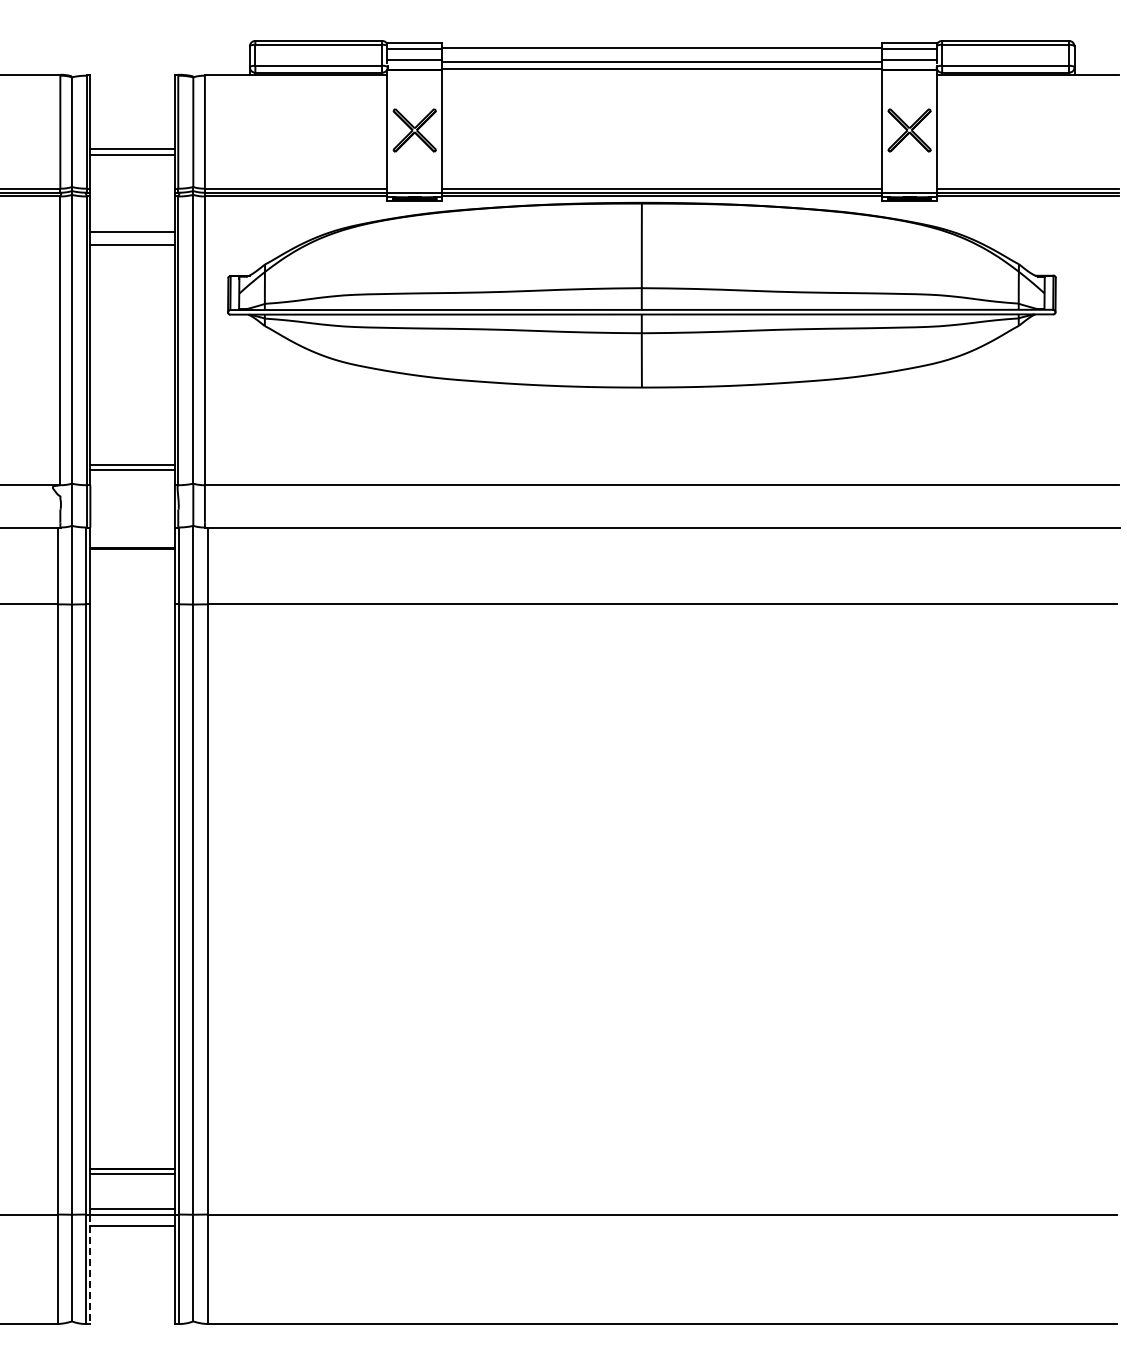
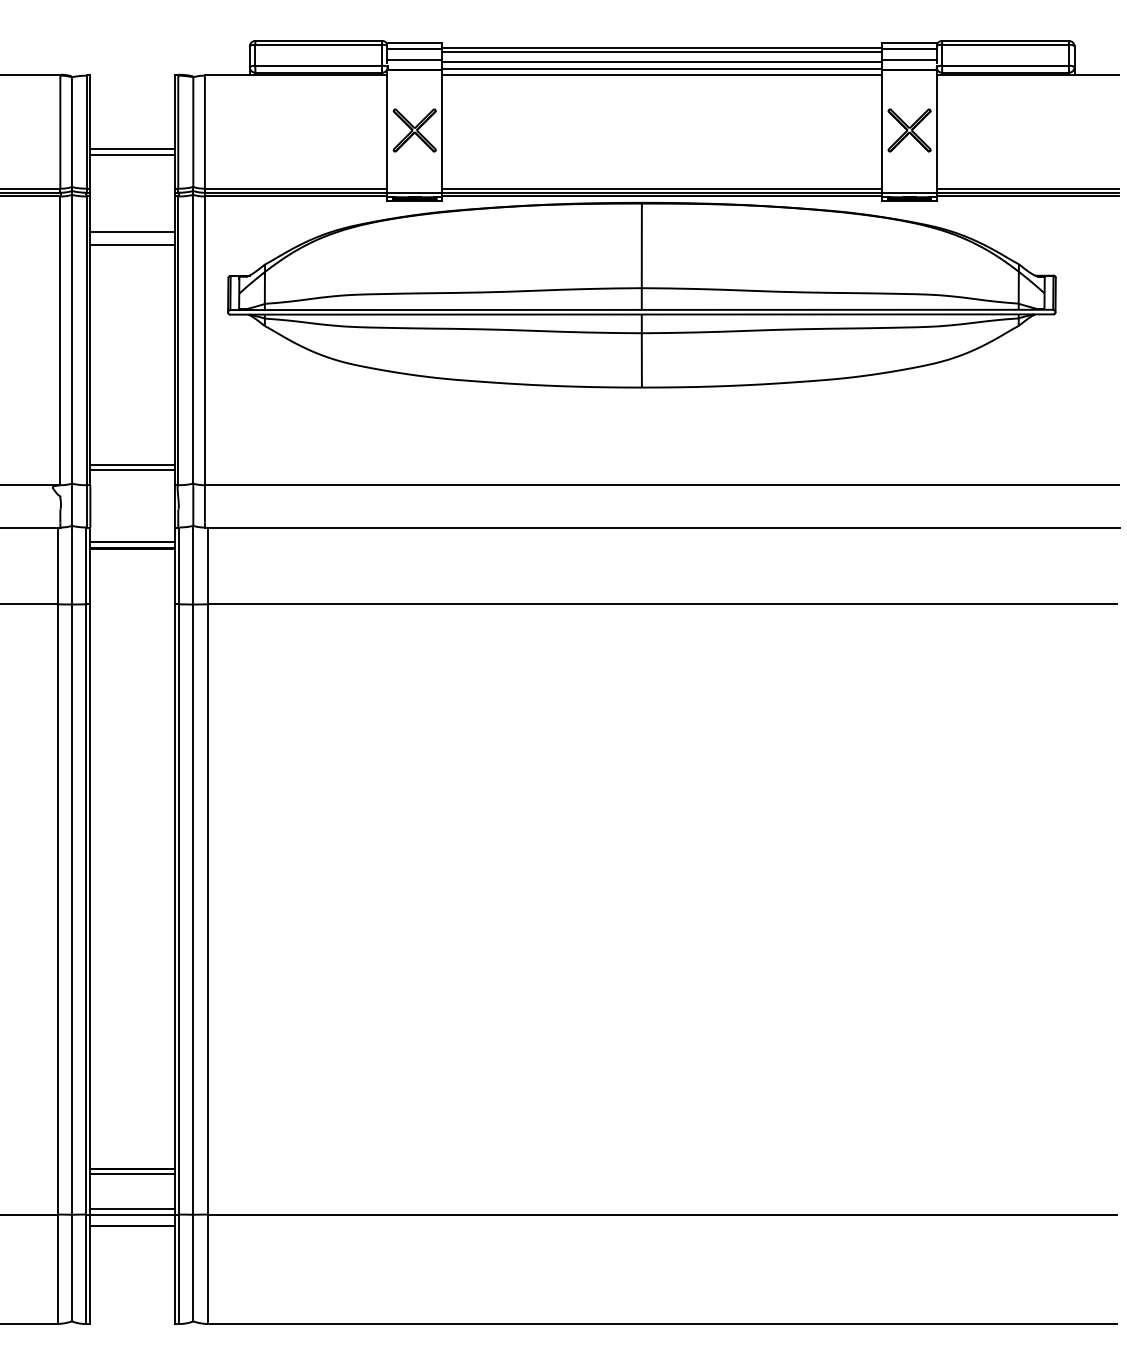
line at (661, 51): none -> present
line at (661, 74): none -> present
line at (132, 541): none -> present
line at (90, 1269): dashed -> solid
